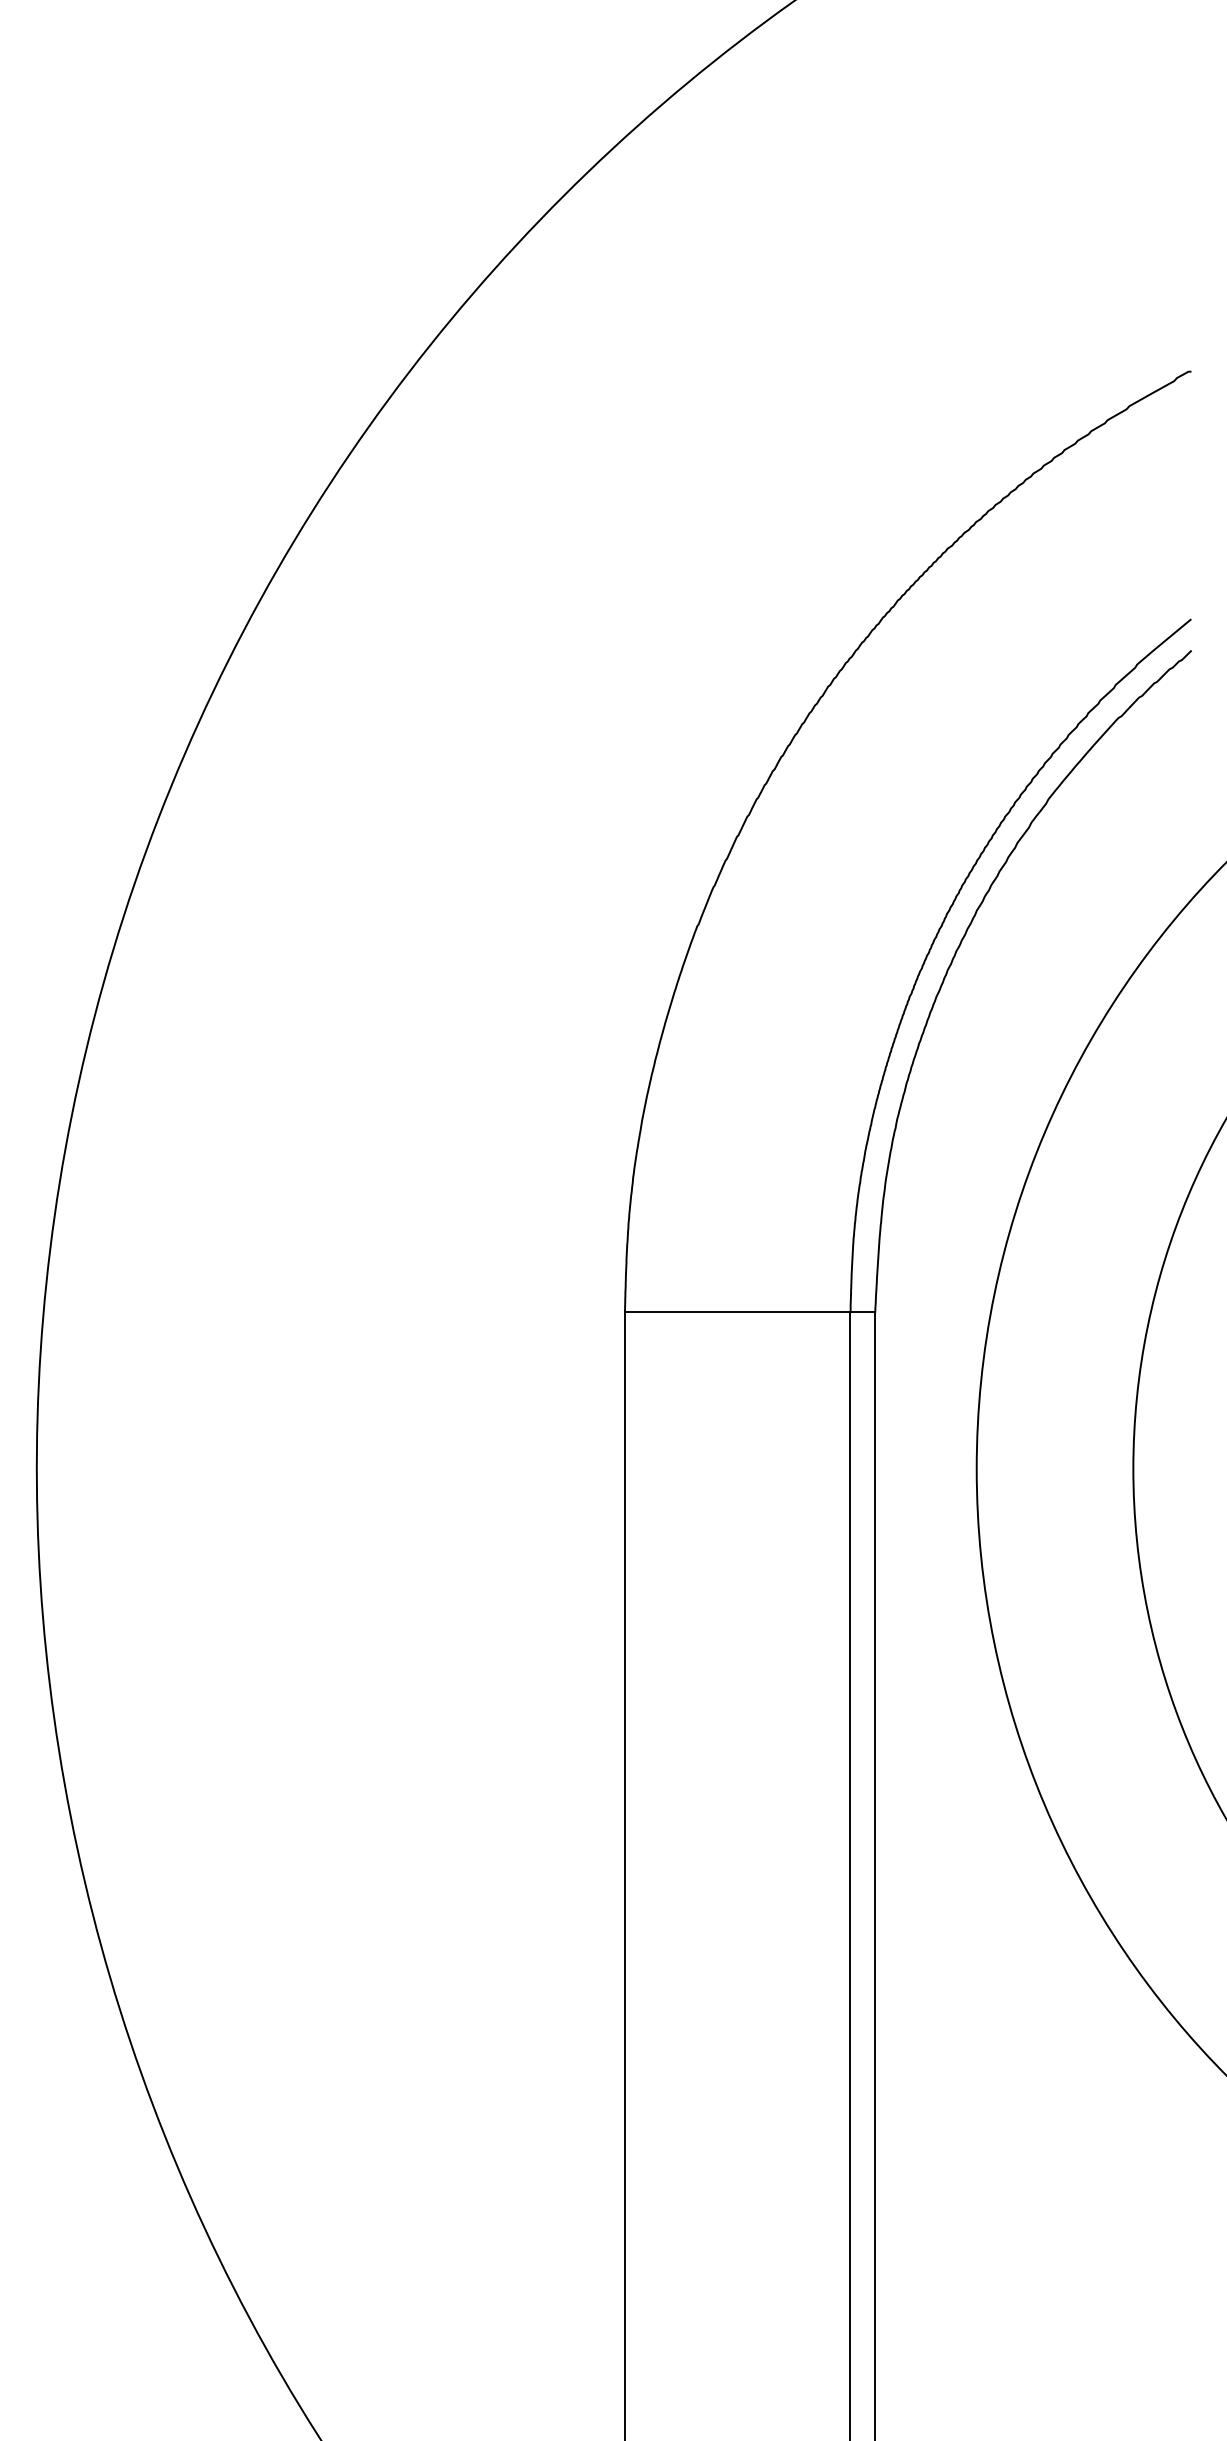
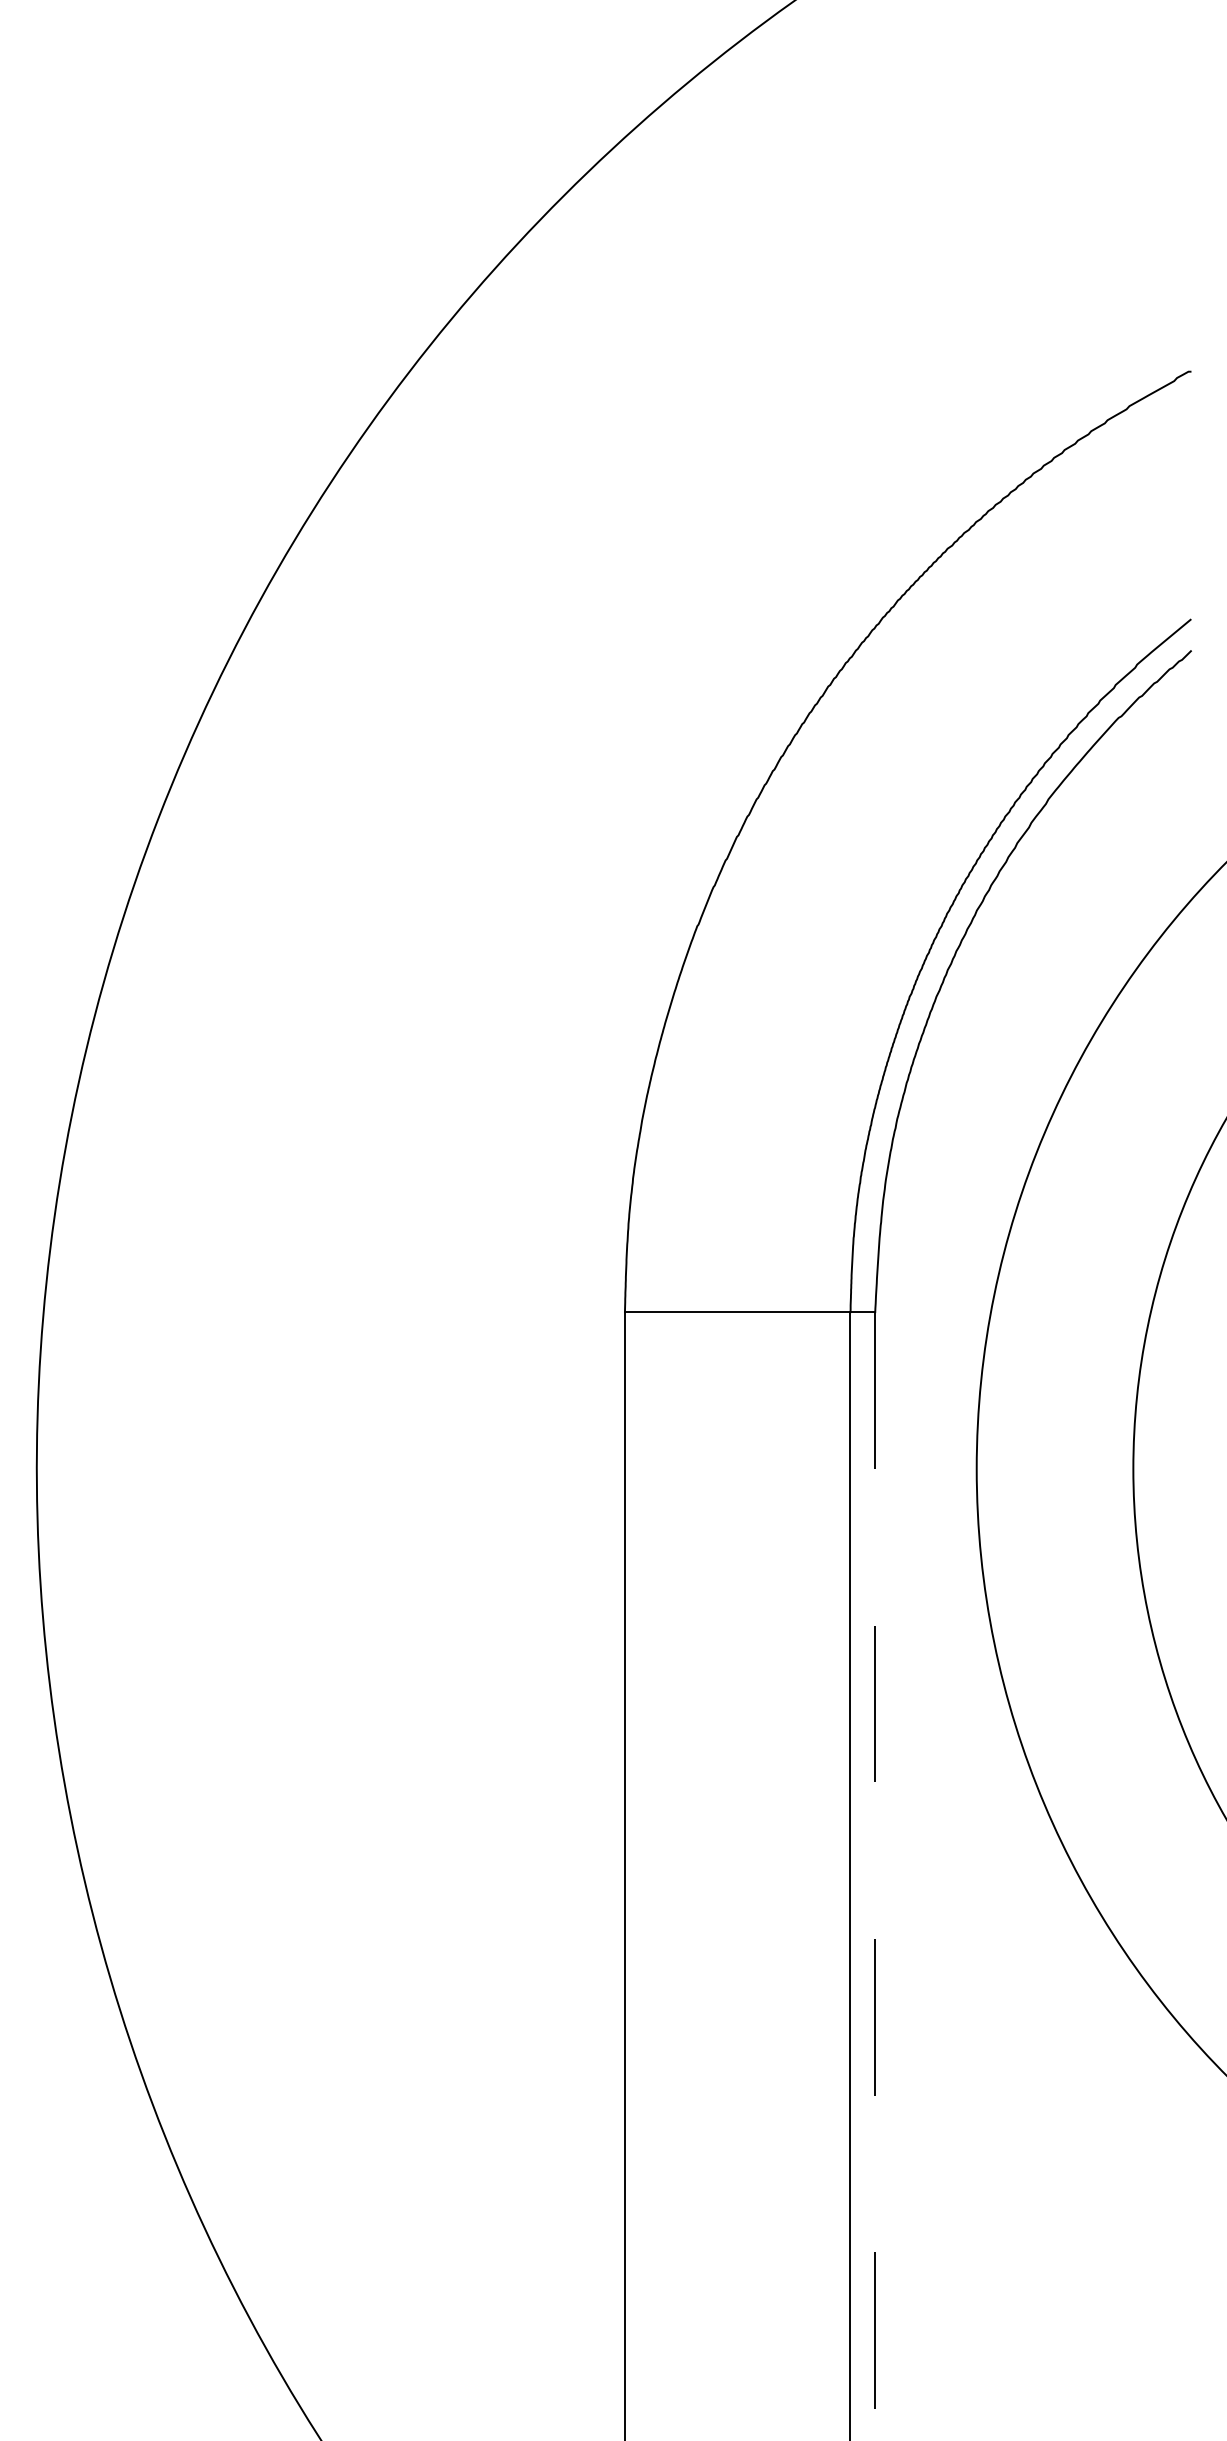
line at (875, 1876): solid -> dashed
